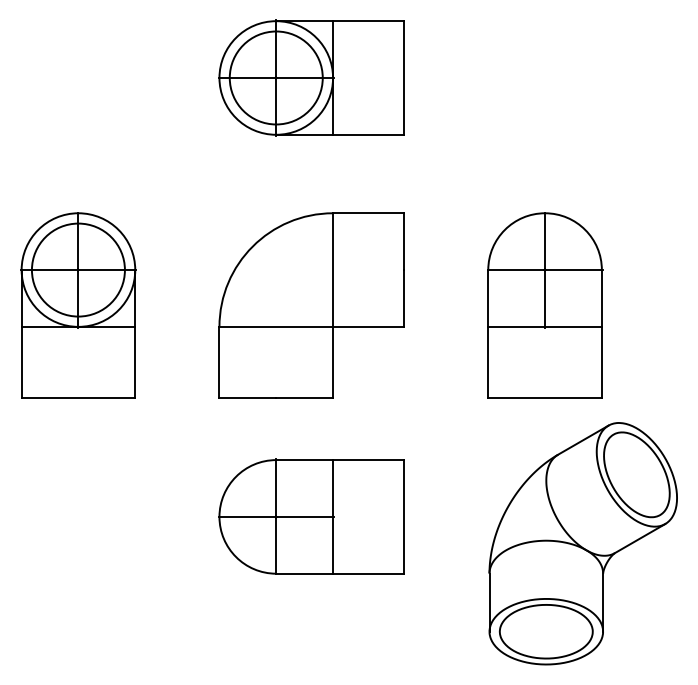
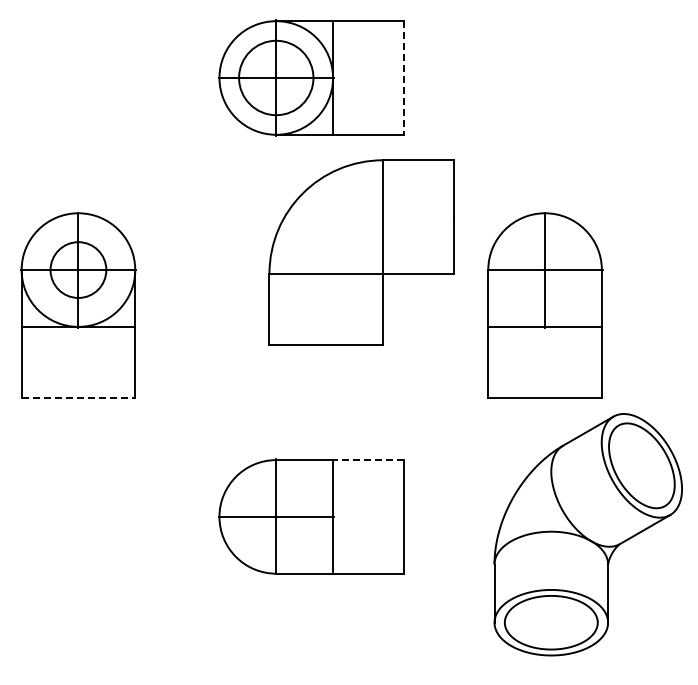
circle at (275, 77) diameter: 93 px -> 74 px
line at (404, 78): solid -> dashed
circle at (77, 269) diameter: 93 px -> 56 px
part at (311, 305) position: (311, 305) -> (361, 252)
line at (78, 398): solid -> dashed
line at (368, 460): solid -> dashed
part at (582, 543) position: (582, 543) -> (587, 534)
